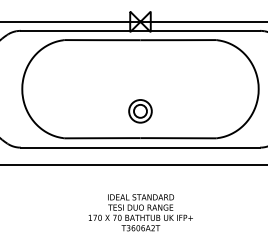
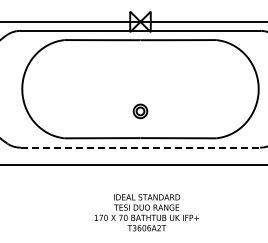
part at (140, 111) size: 25x25 px -> 17x17 px
line at (140, 147): solid -> dashed
text at (140, 212) position: (140, 212) -> (146, 212)
